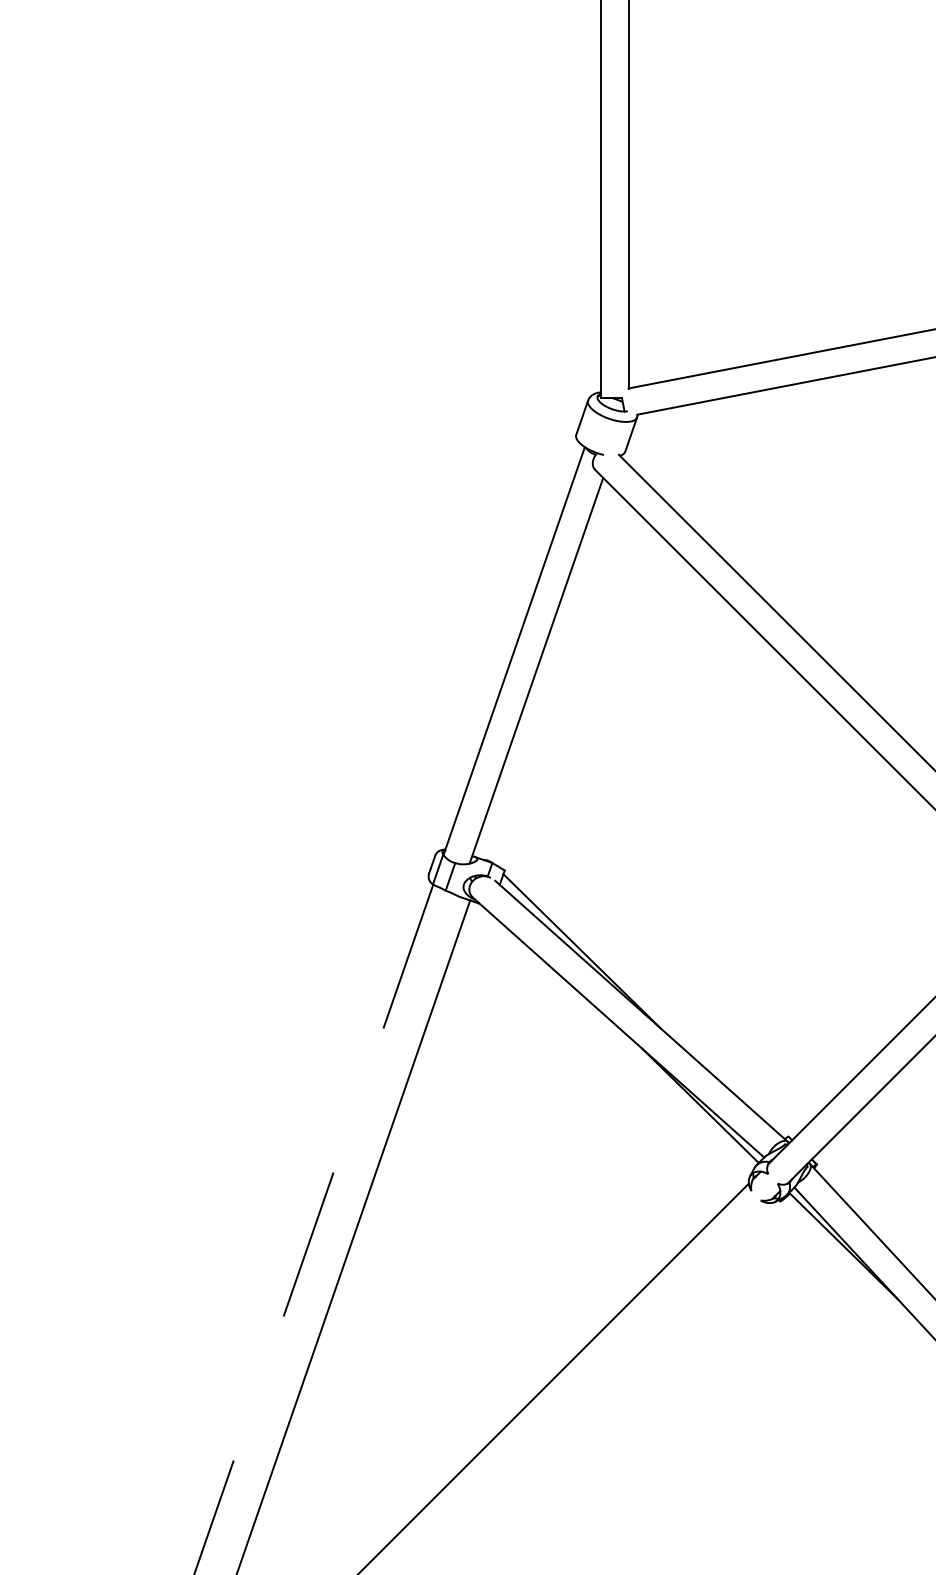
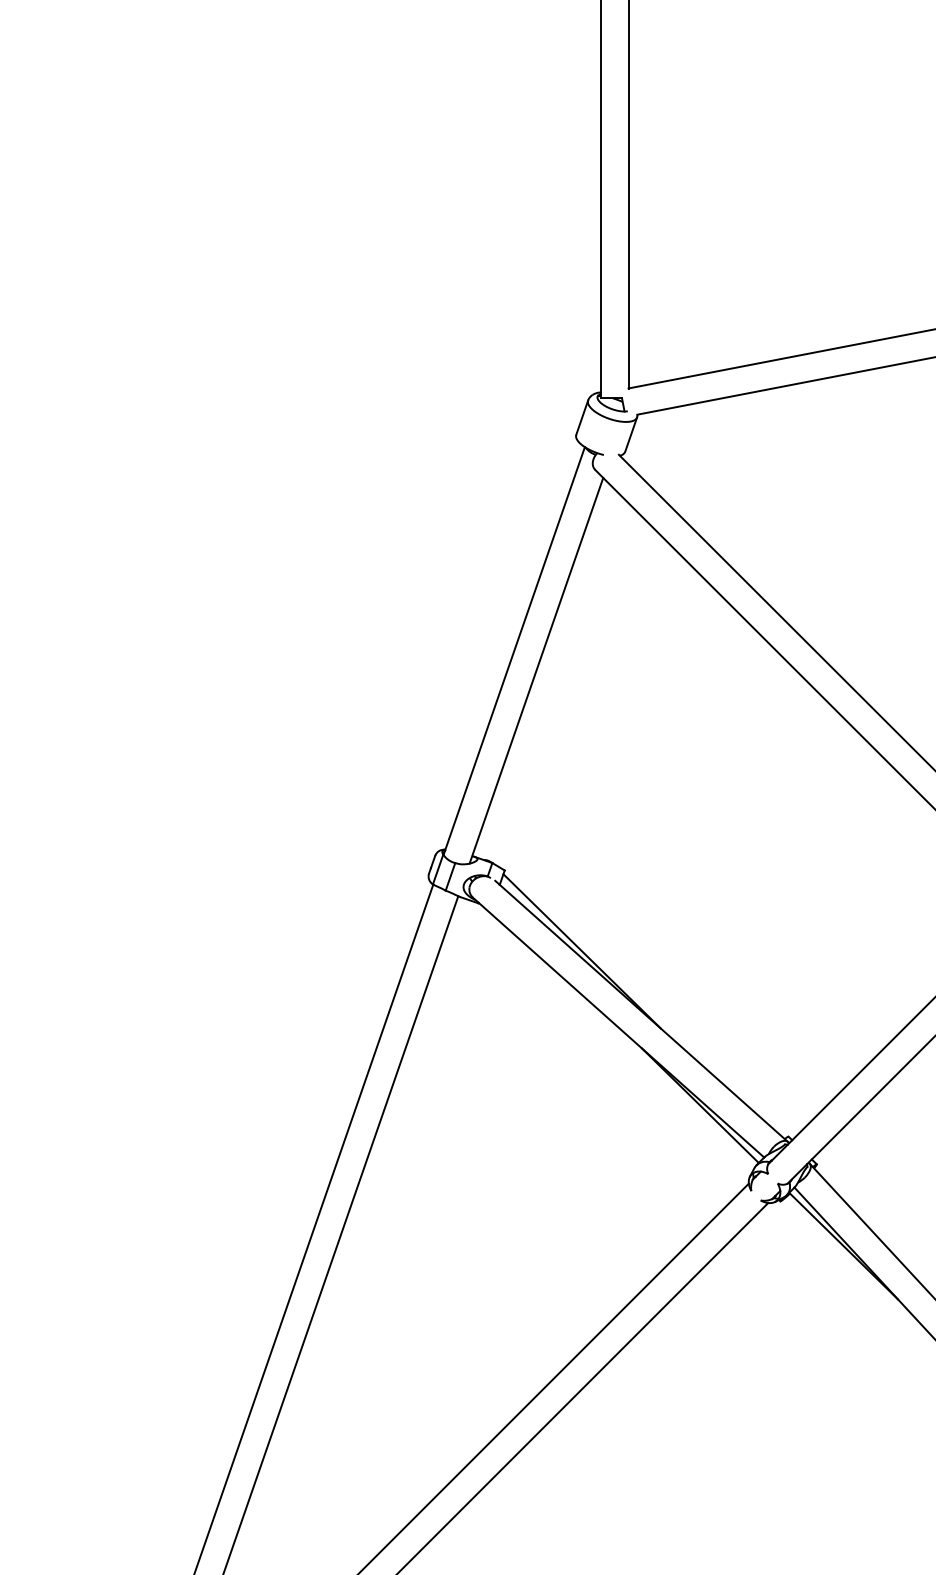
line at (313, 1230): dashed -> solid
line at (353, 1235) position: (353, 1235) -> (341, 1233)
line at (583, 1387): none -> present
